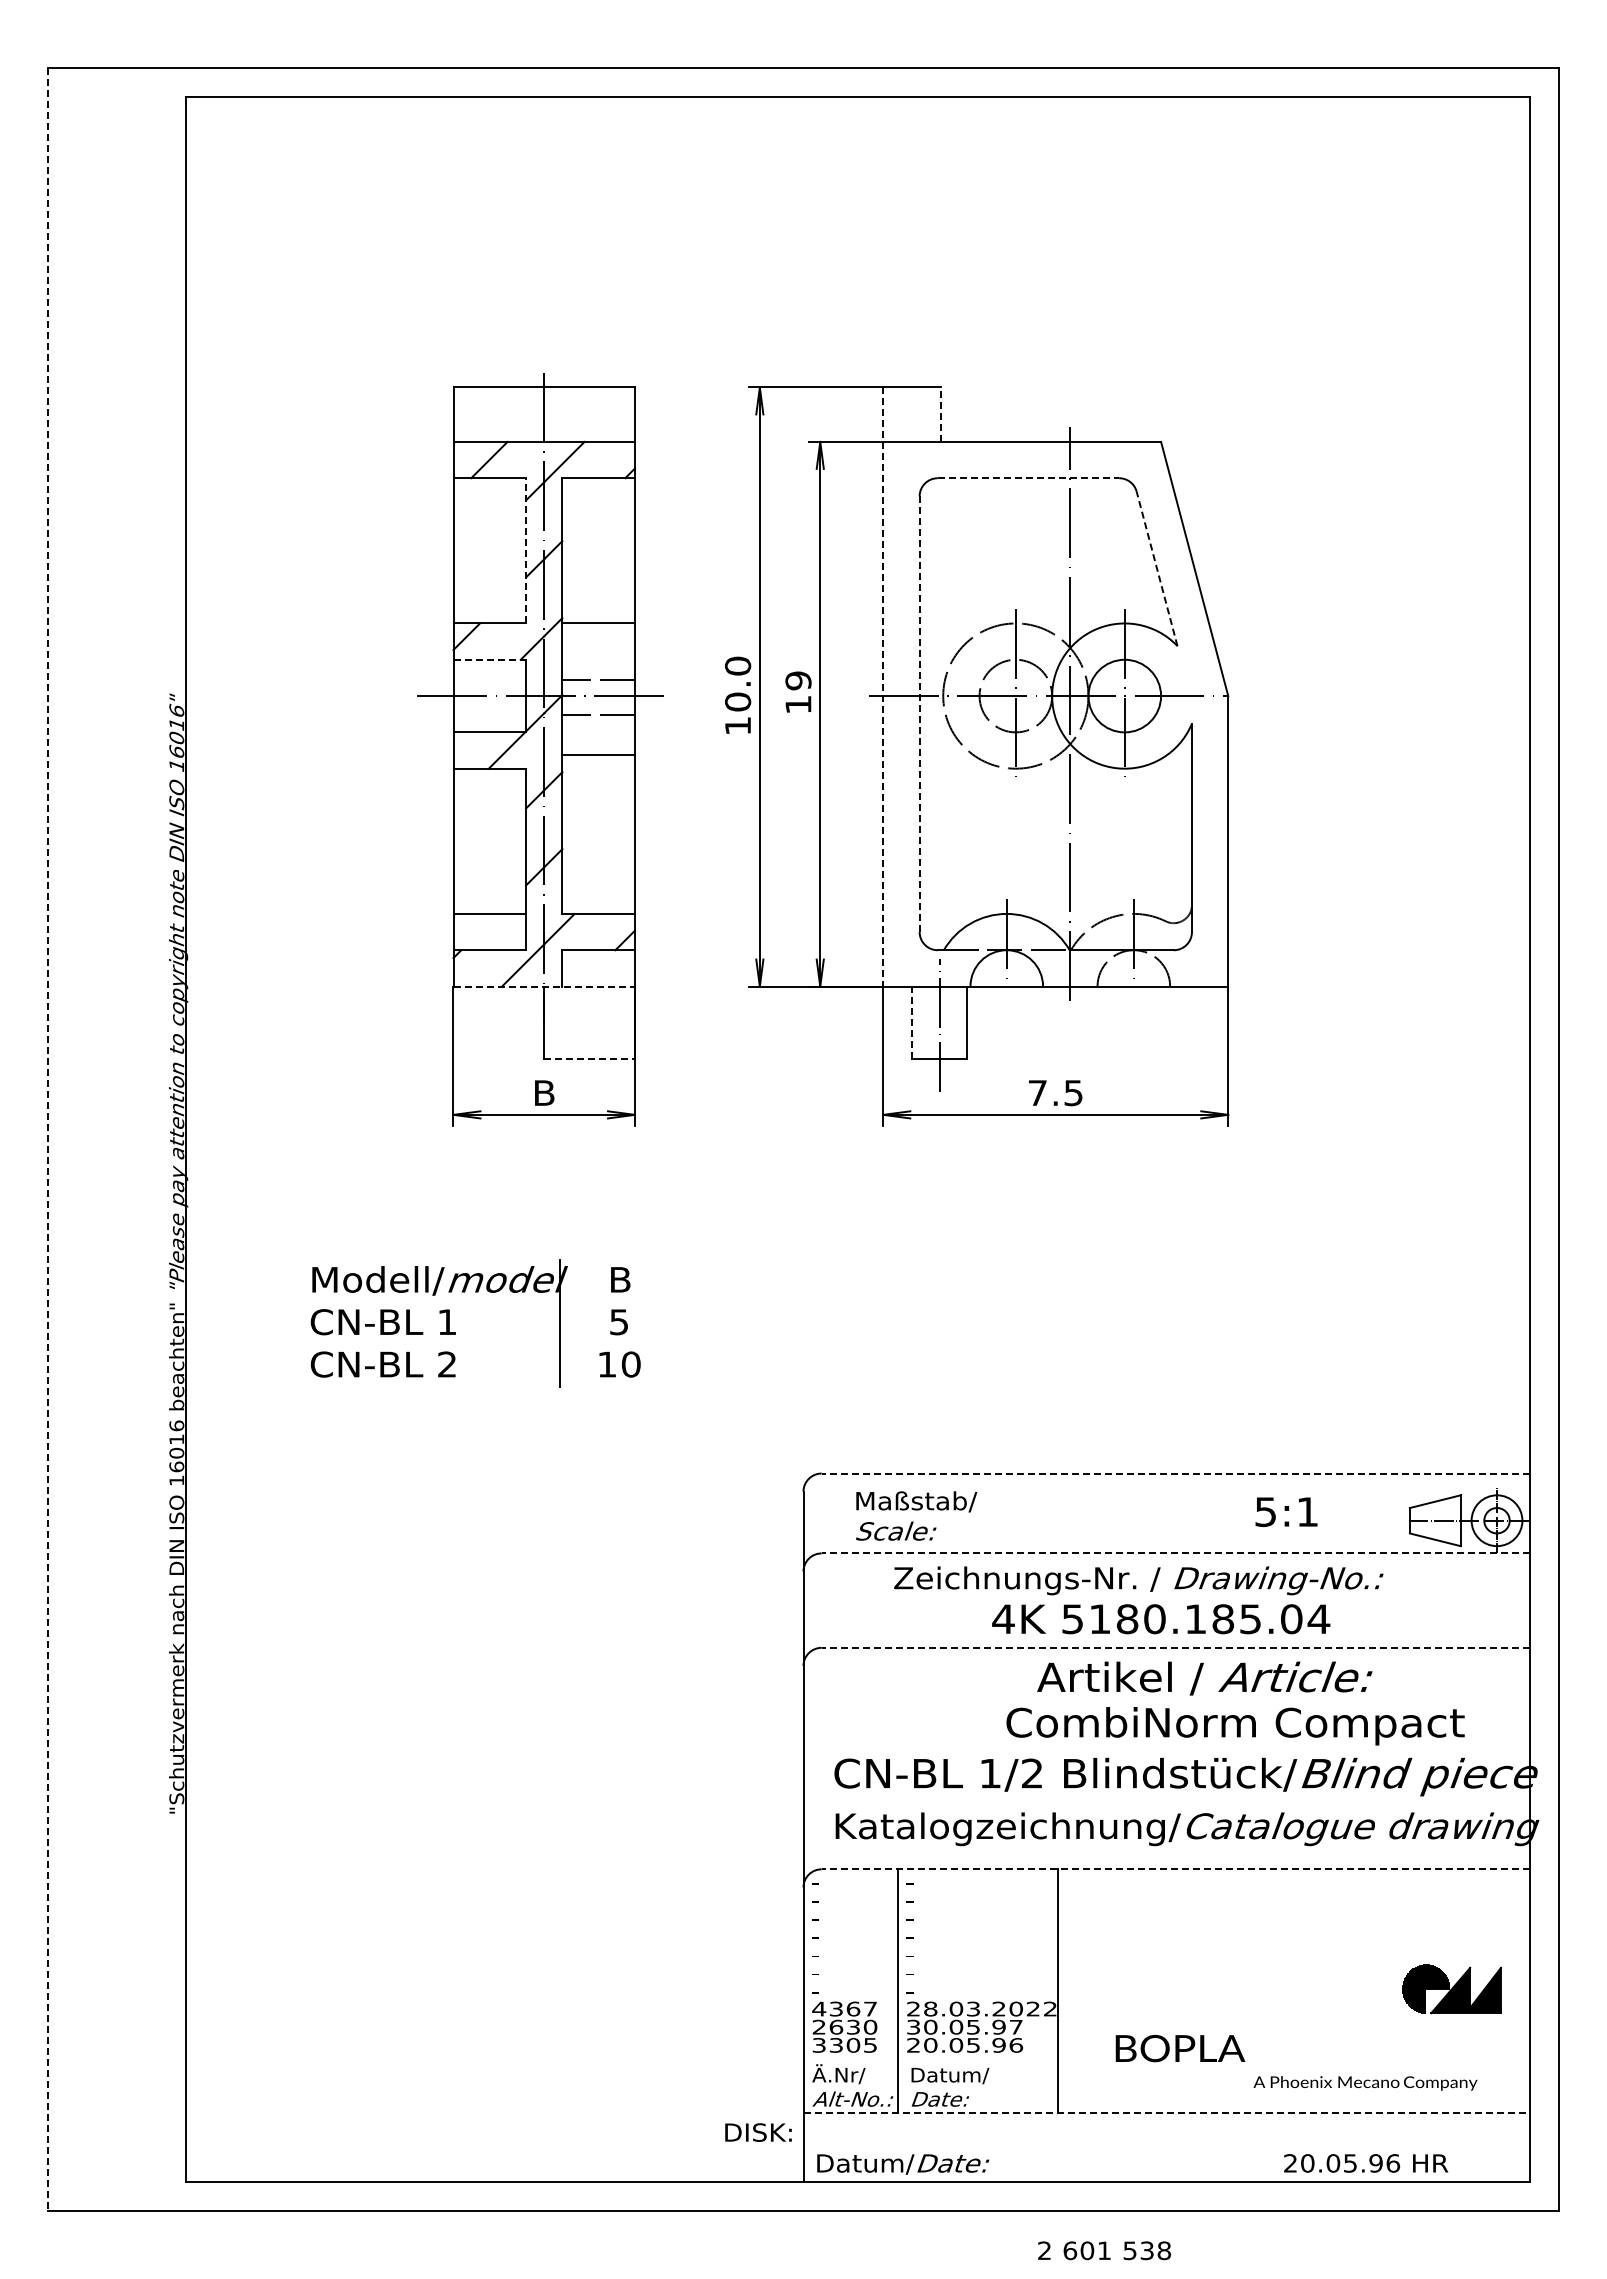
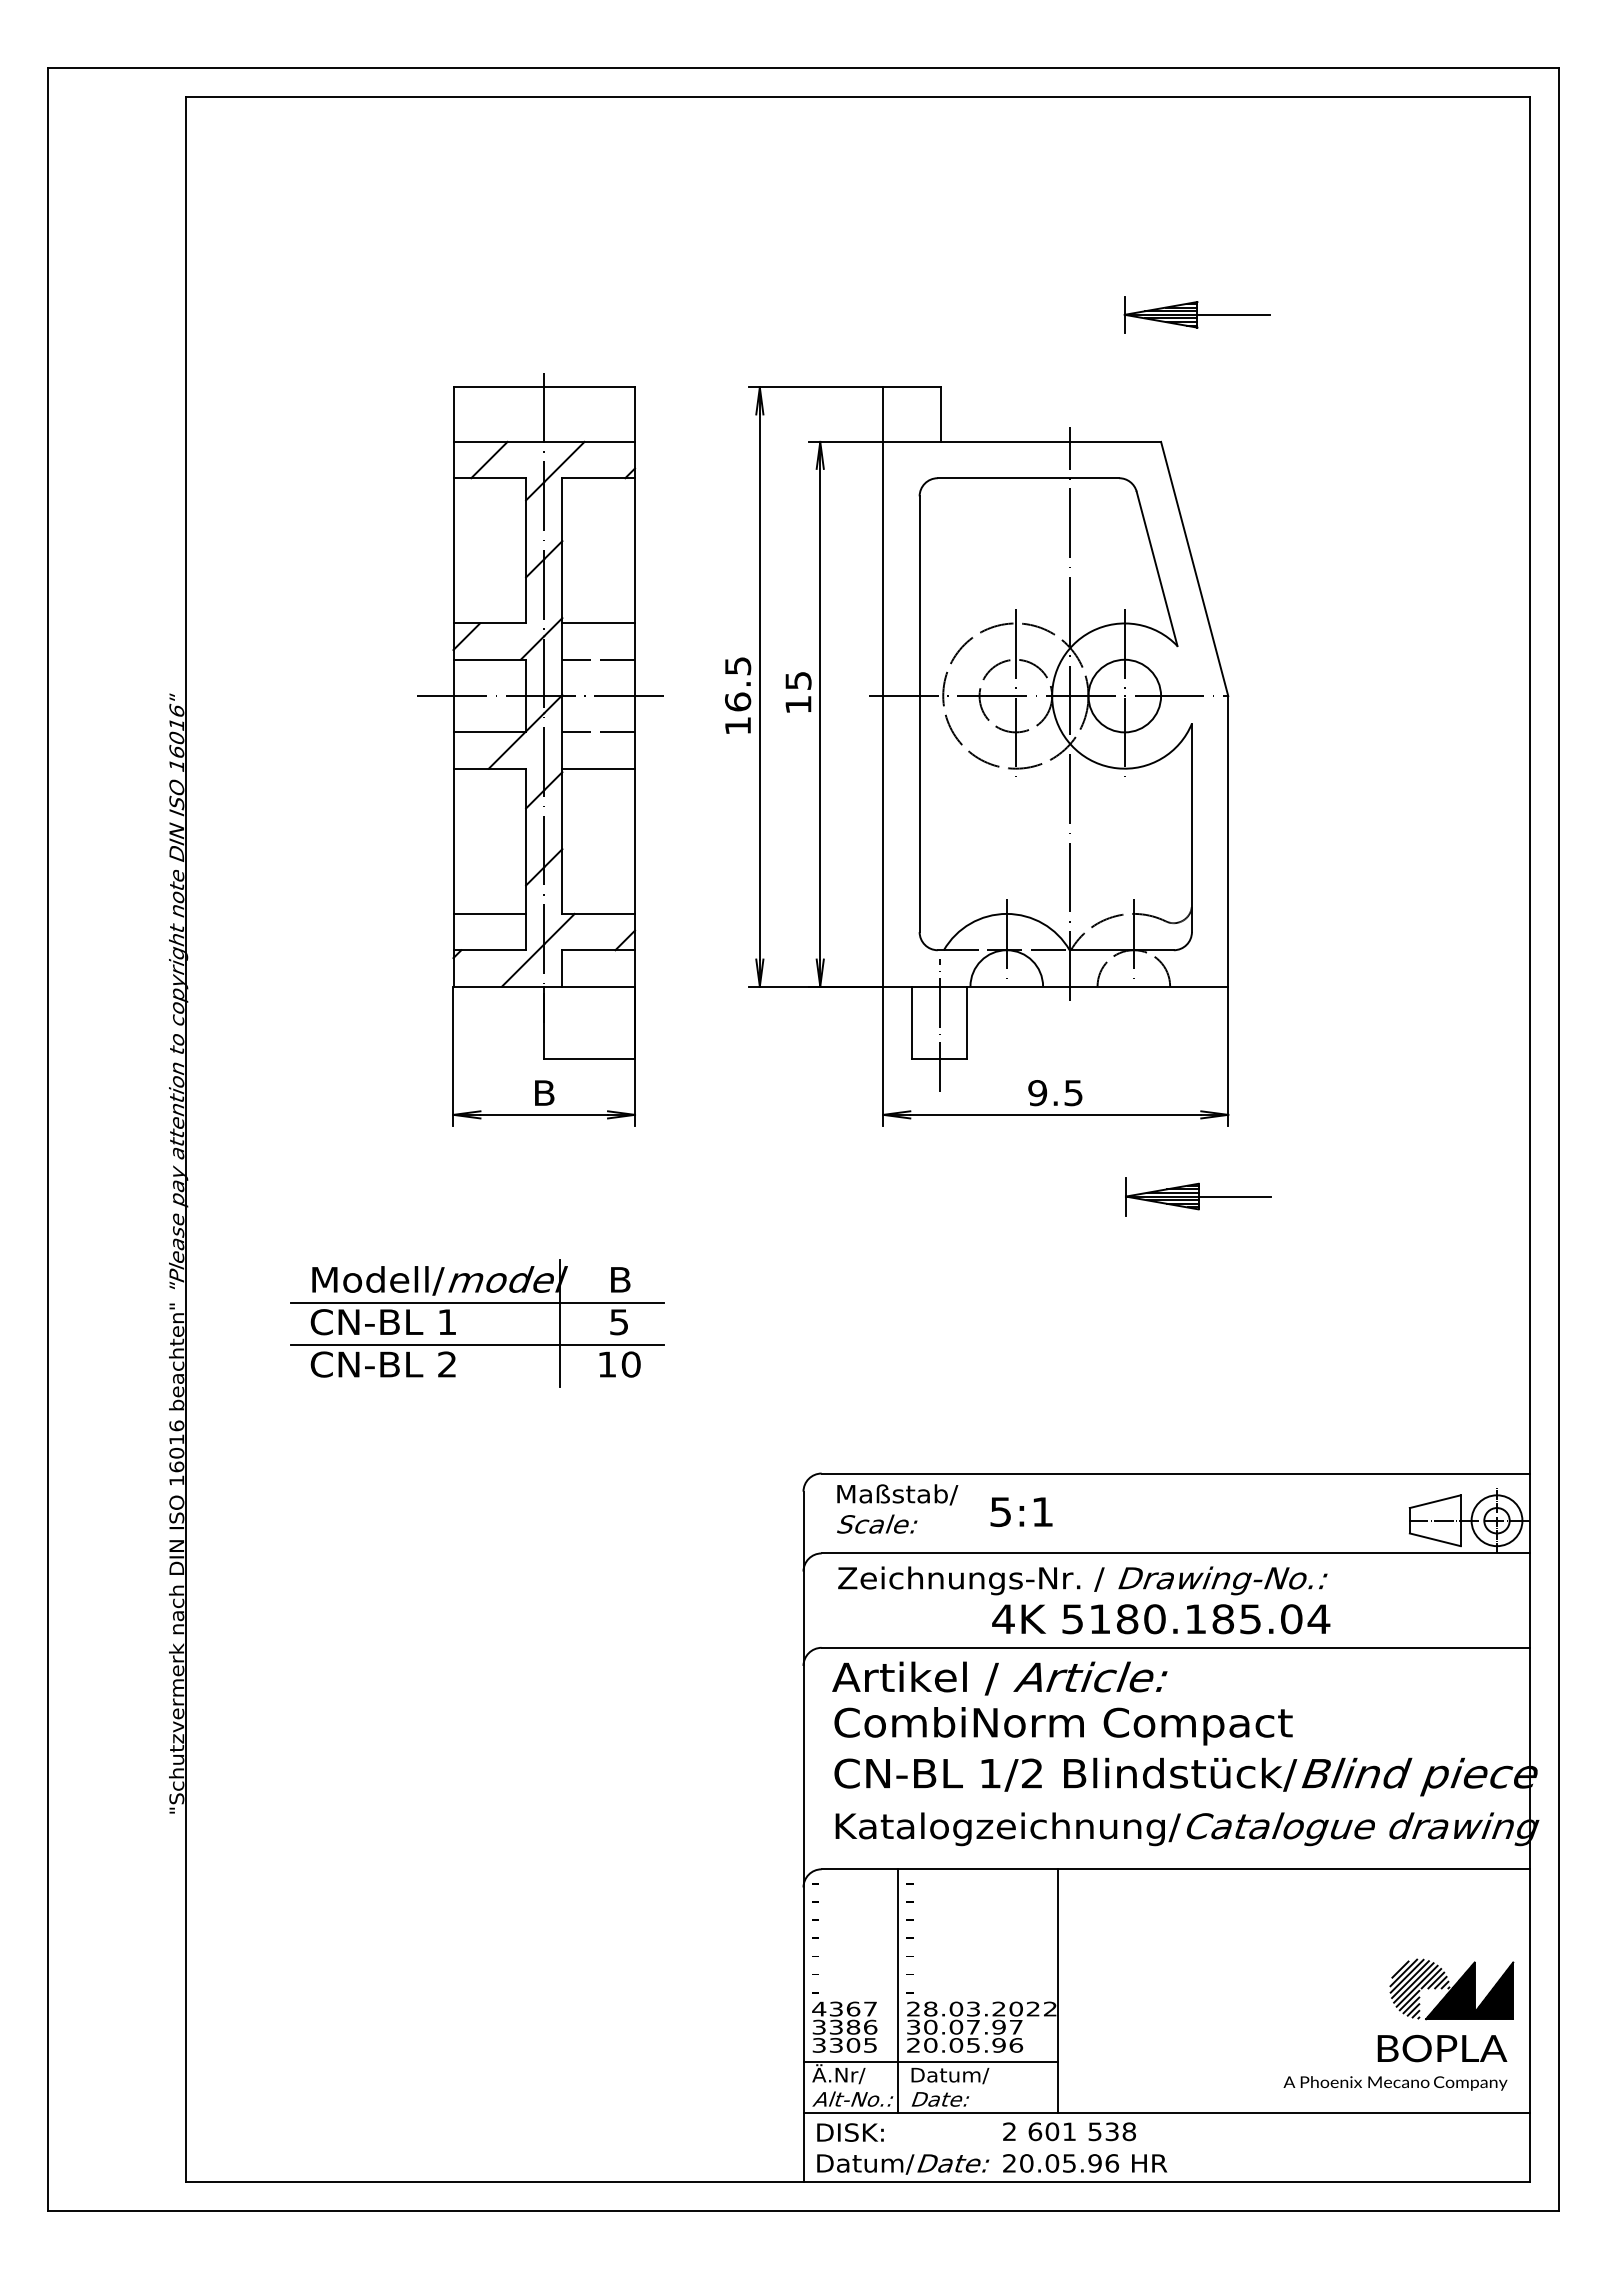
part at (1196, 314): none -> present
line at (941, 414): dashed -> solid
line at (1028, 478): dashed -> solid
line at (526, 550): dashed -> solid
line at (1157, 568): dashed -> solid
line at (490, 659): dashed -> solid
line at (598, 679) position: (598, 679) -> (598, 659)
text at (798, 680): 19 -> 15
text at (738, 683): 10.0 -> 16.5
line at (883, 687): dashed -> solid
line at (919, 714): dashed -> solid
line at (598, 715) position: (598, 715) -> (598, 732)
line at (598, 754) position: (598, 754) -> (598, 768)
line at (544, 986): dashed -> solid
line at (912, 1022): dashed -> solid
line at (590, 1059): dashed -> solid
text at (1037, 1093): 7.5 -> 9.5
line at (48, 1139): dashed -> solid
part at (1198, 1196): none -> present
line at (477, 1302): none -> present
line at (477, 1344): none -> present
line at (1175, 1473): dashed -> solid
text at (1286, 1511) position: (1286, 1511) -> (1021, 1511)
text at (916, 1515) position: (916, 1515) -> (897, 1508)
line at (1175, 1553): dashed -> solid
text at (1138, 1580) position: (1138, 1580) -> (1082, 1580)
line at (1175, 1647): dashed -> solid
text at (1204, 1678) position: (1204, 1678) -> (999, 1678)
text at (1235, 1726) position: (1235, 1726) -> (1063, 1726)
line at (1175, 1869): dashed -> solid
part at (1451, 1989) size: 100x51 px -> 126x63 px
text at (844, 2026): 2630 -> 3386
text at (973, 2027): 30.05.97 -> 30.07.97
text at (1180, 2048) position: (1180, 2048) -> (1442, 2048)
line at (930, 2061): none -> present
text at (1365, 2083) position: (1365, 2083) -> (1395, 2083)
line at (1167, 2112): dashed -> solid
text at (758, 2132) position: (758, 2132) -> (850, 2132)
text at (1366, 2163) position: (1366, 2163) -> (1085, 2163)
text at (1104, 2250) position: (1104, 2250) -> (1069, 2131)
